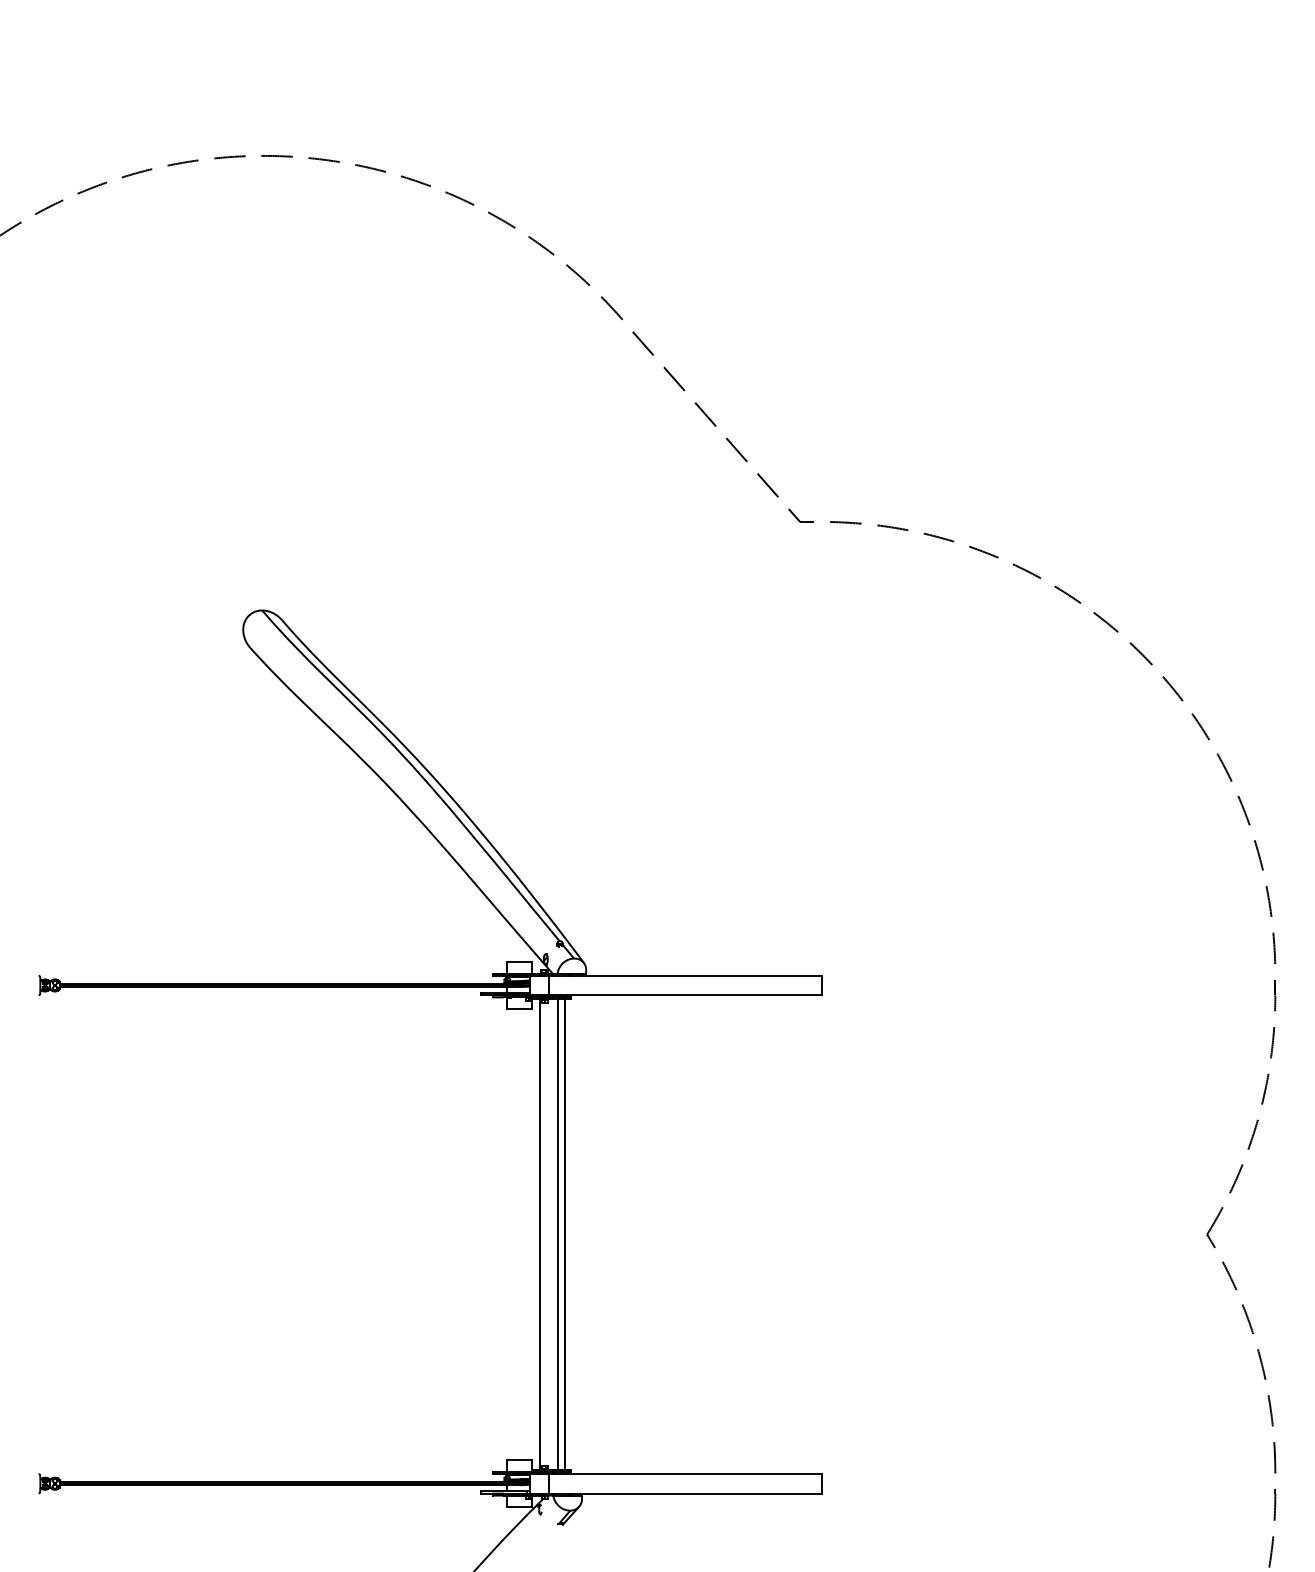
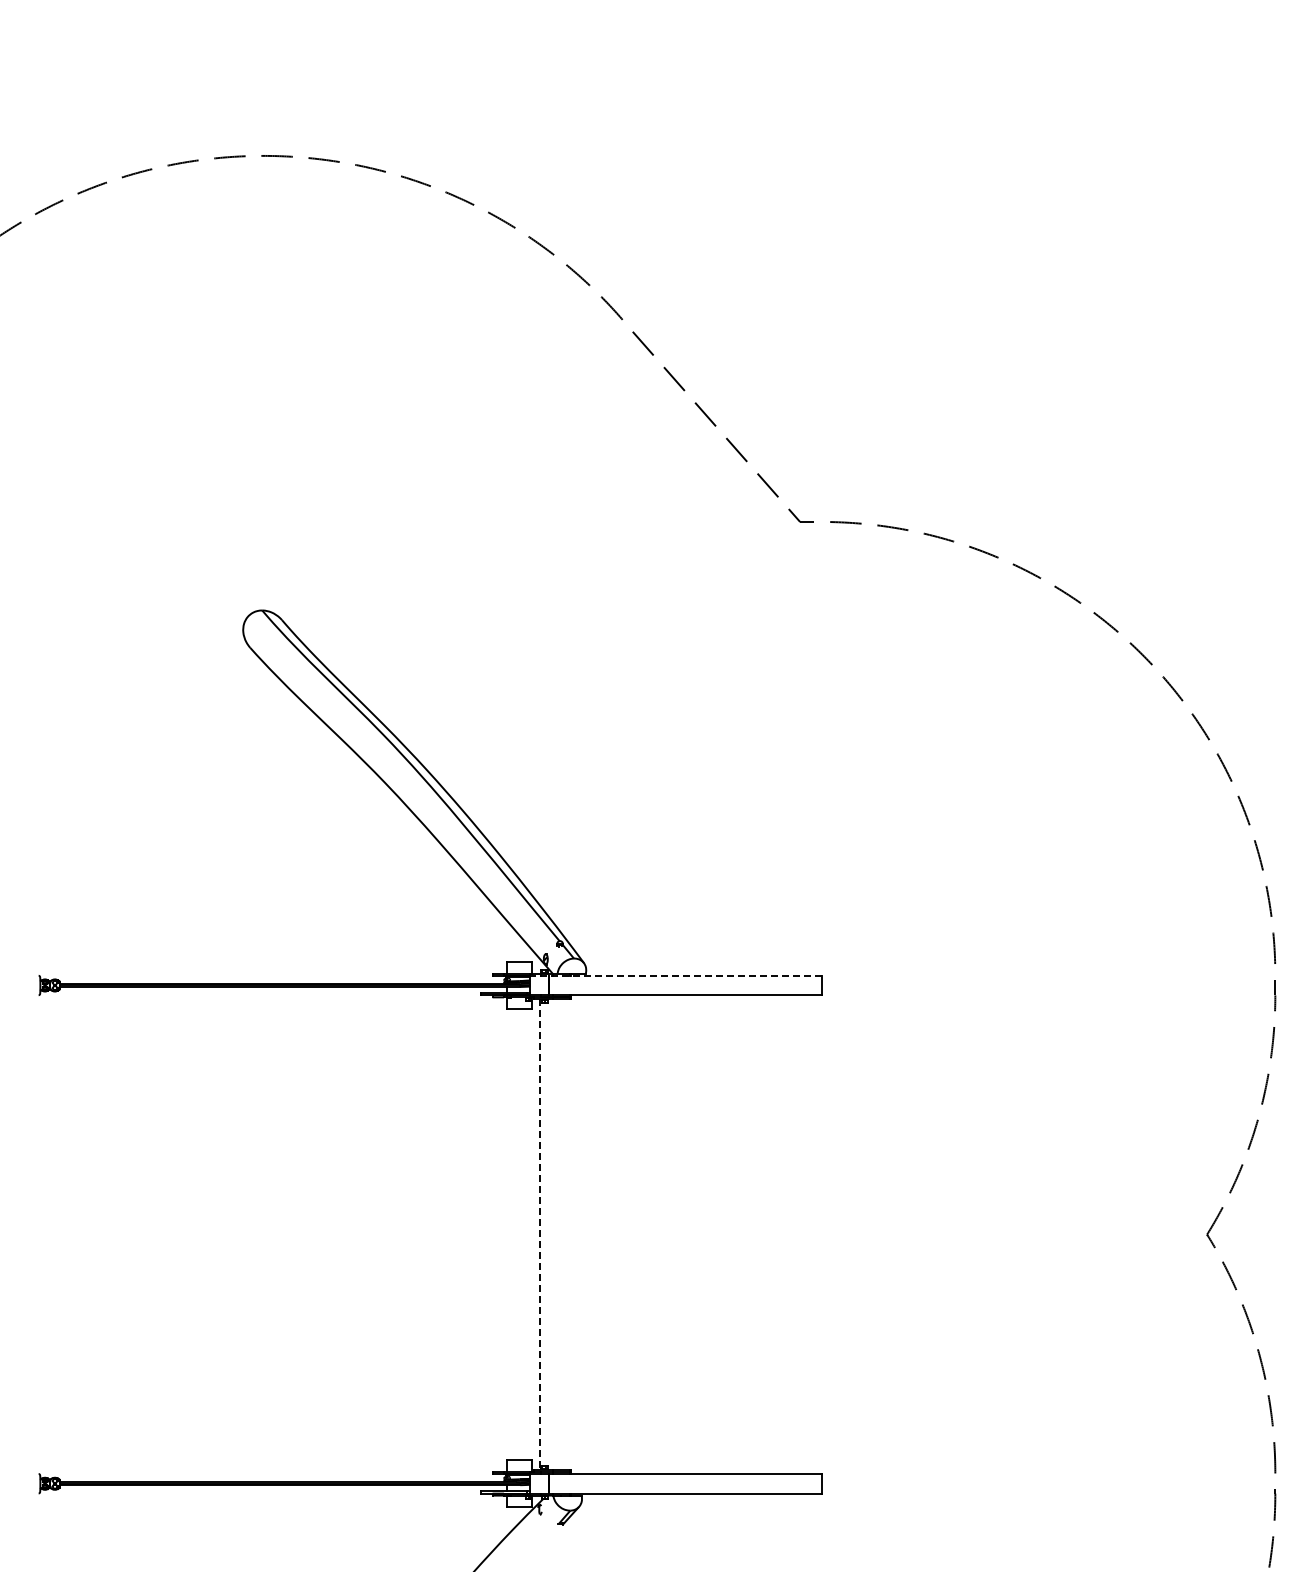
line at (676, 975): solid -> dashed
line at (558, 1234): present -> none
line at (565, 1234): present -> none
line at (539, 1235): solid -> dashed
